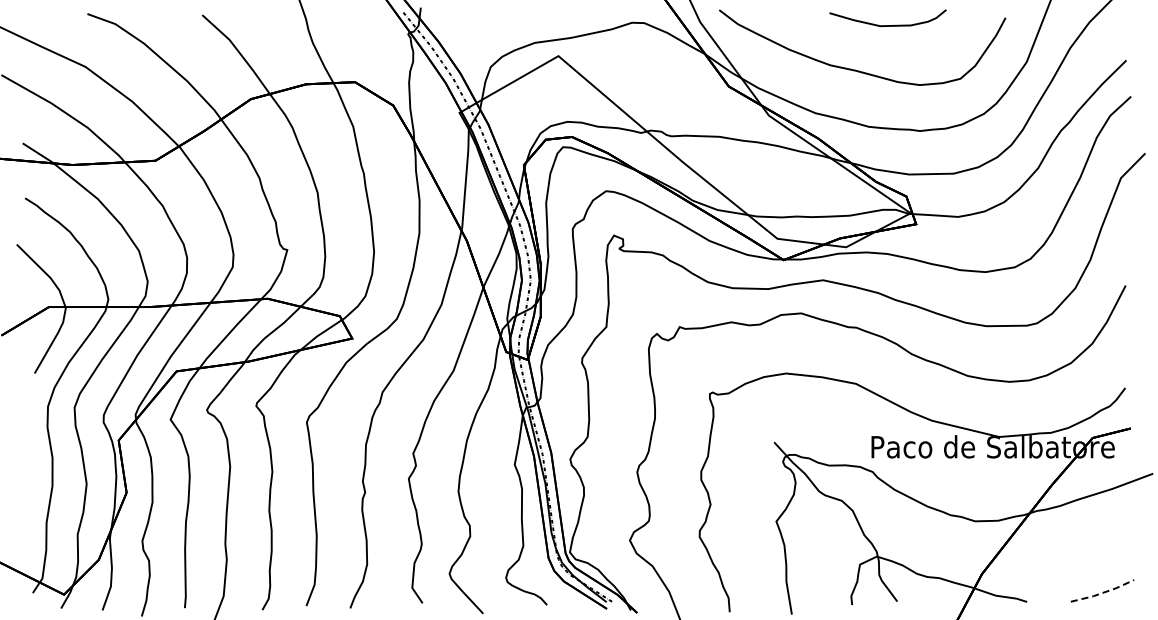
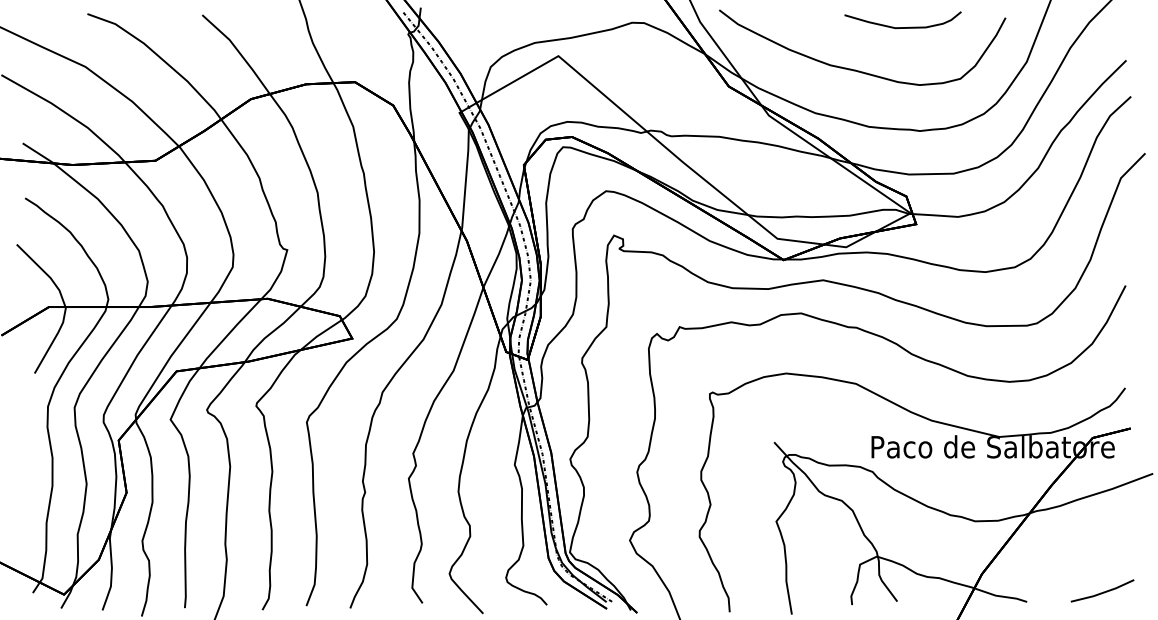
curve at (887, 25) position: (887, 25) -> (902, 27)
line at (1103, 592): dashed -> solid
